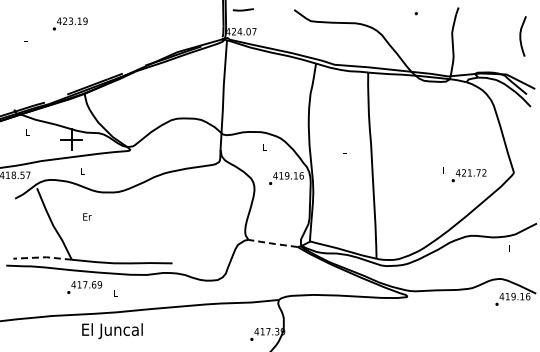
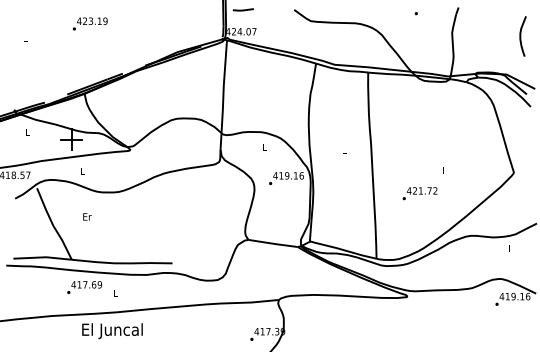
text at (69, 23) position: (69, 23) -> (89, 23)
text at (468, 175) position: (468, 175) -> (419, 193)
line at (273, 243): dashed -> solid
line at (43, 257): dashed -> solid
